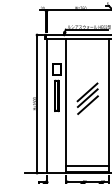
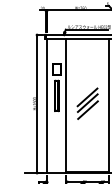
part at (87, 98) position: (87, 98) -> (87, 103)
line at (87, 165): present -> none
